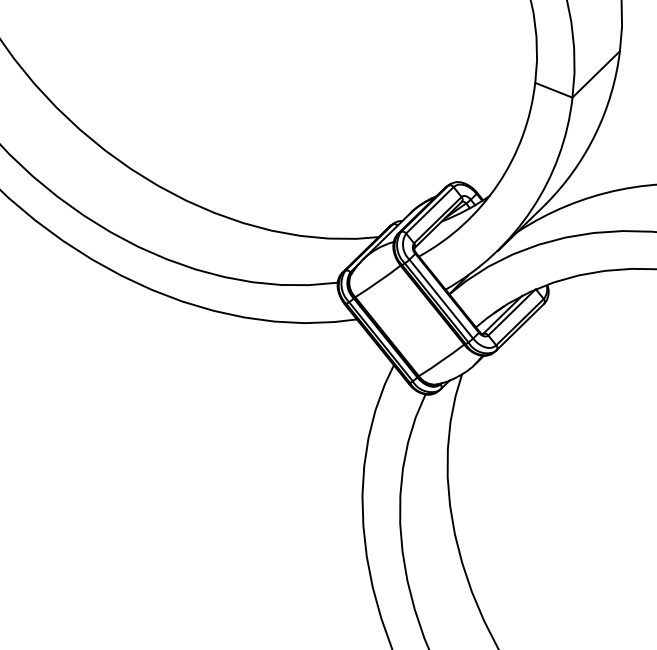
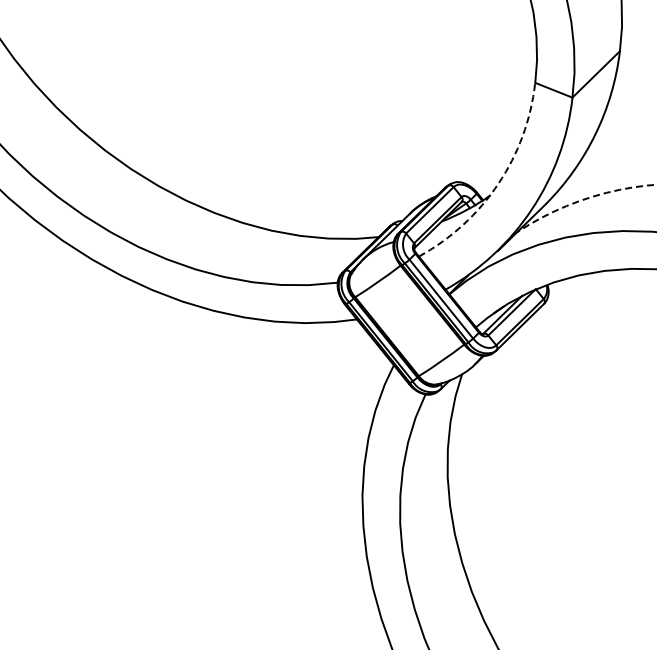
arc at (498, 183): solid -> dashed
arc at (582, 200): solid -> dashed
